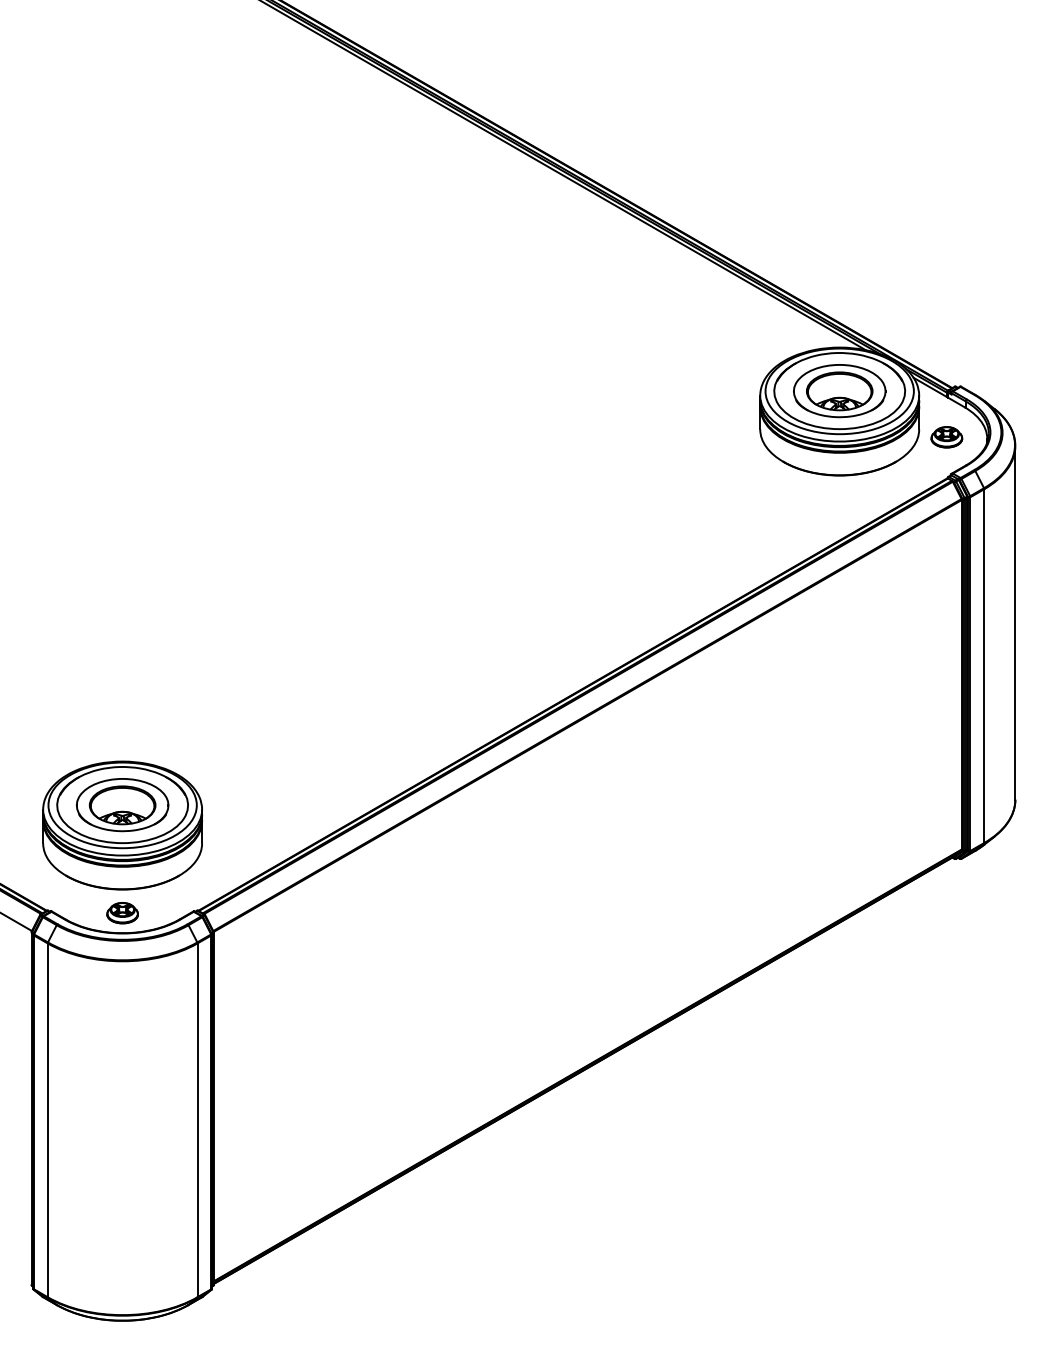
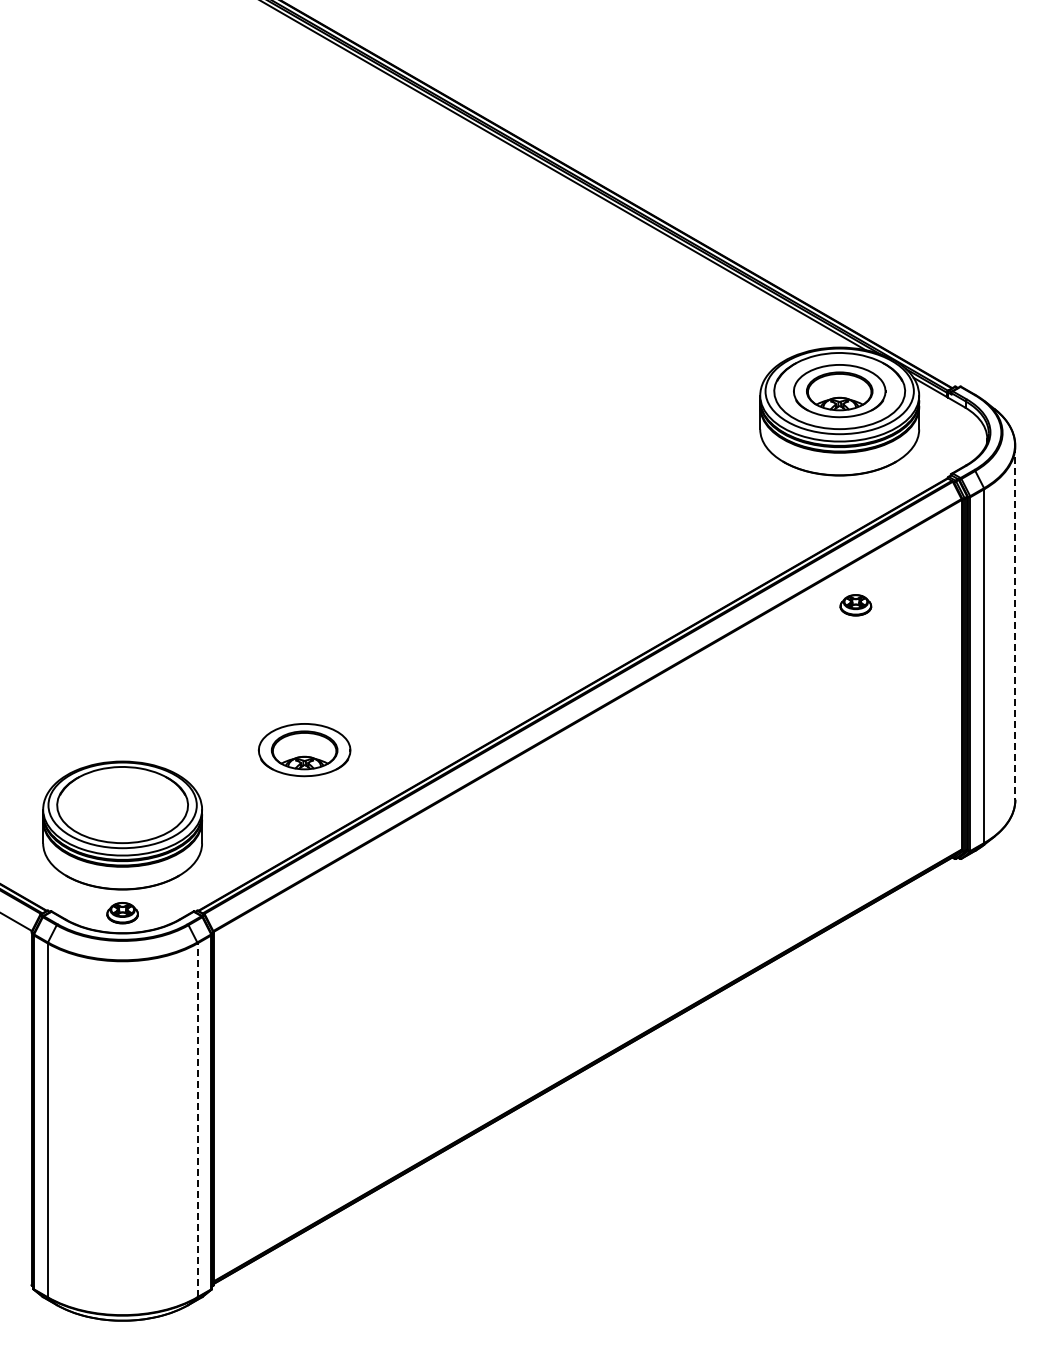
part at (946, 437) position: (946, 437) -> (855, 605)
line at (1015, 622): solid -> dashed
part at (122, 805) position: (122, 805) -> (304, 750)
line at (197, 1120): solid -> dashed
